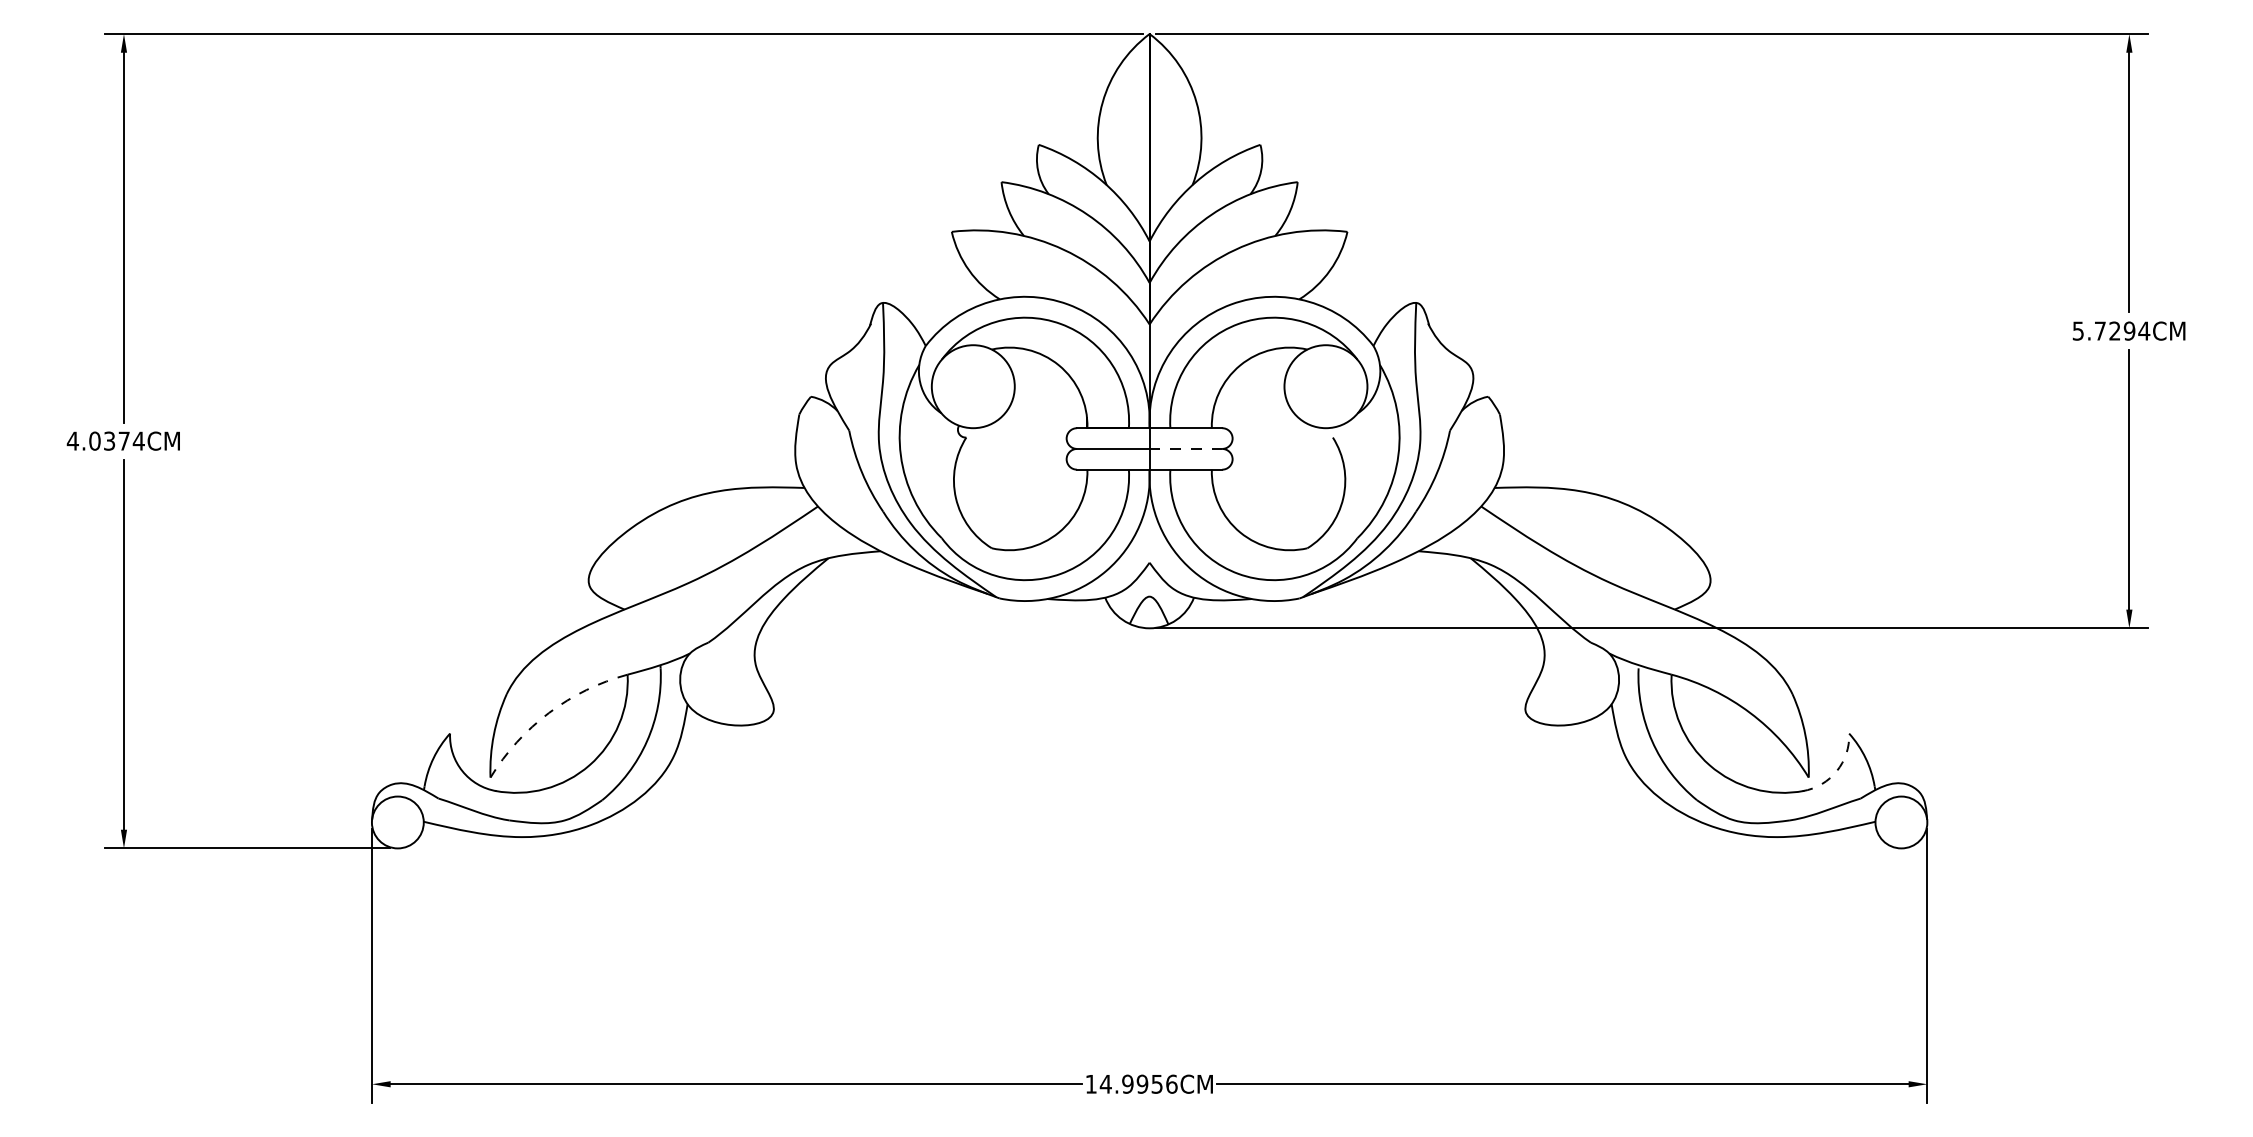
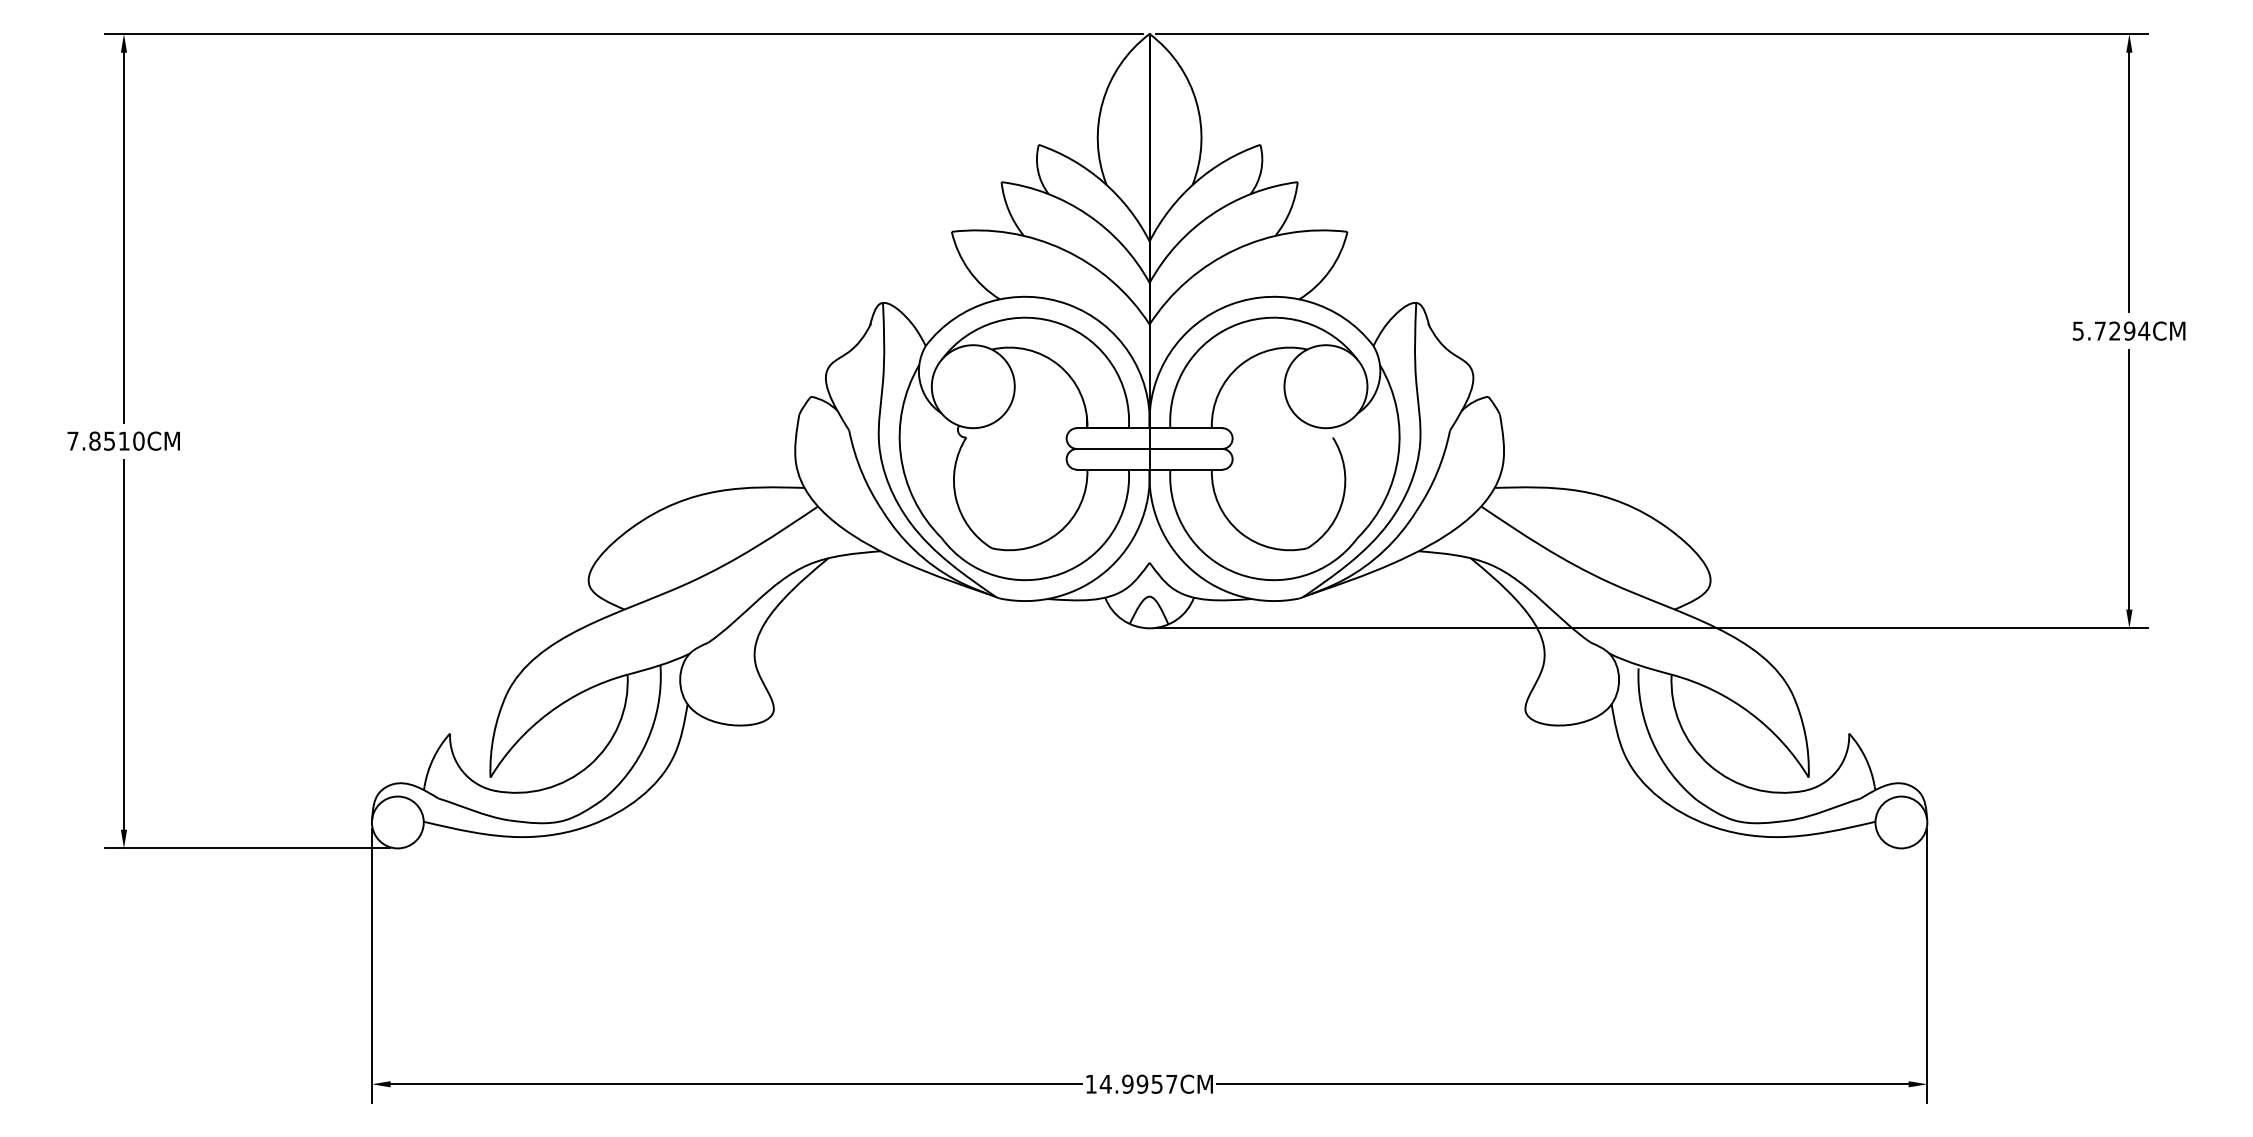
text at (105, 440): 4.0374CM -> 7.8510CM
line at (1186, 448): dashed -> solid
arc at (549, 712): dashed -> solid
arc at (1836, 771): dashed -> solid
text at (1171, 1083): 14.9956CM -> 14.9957CM
